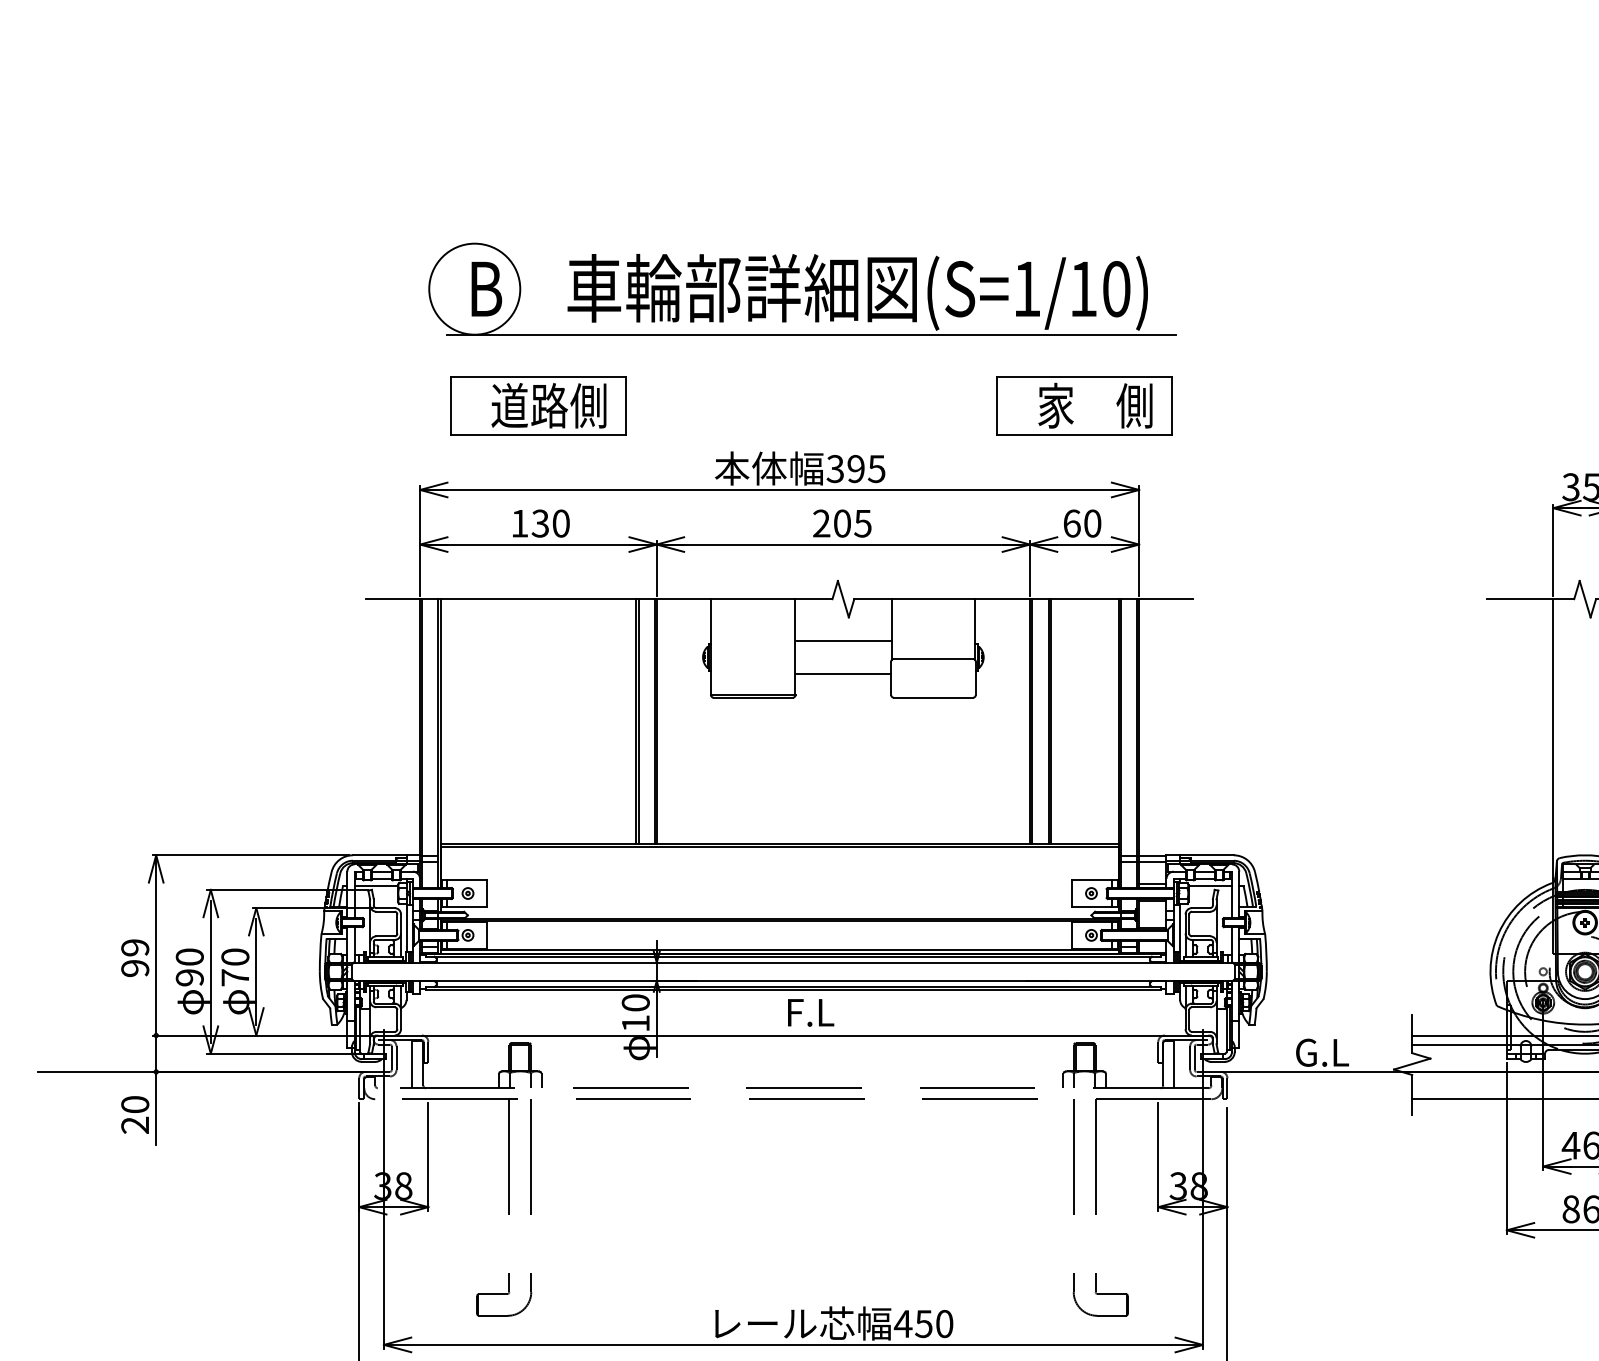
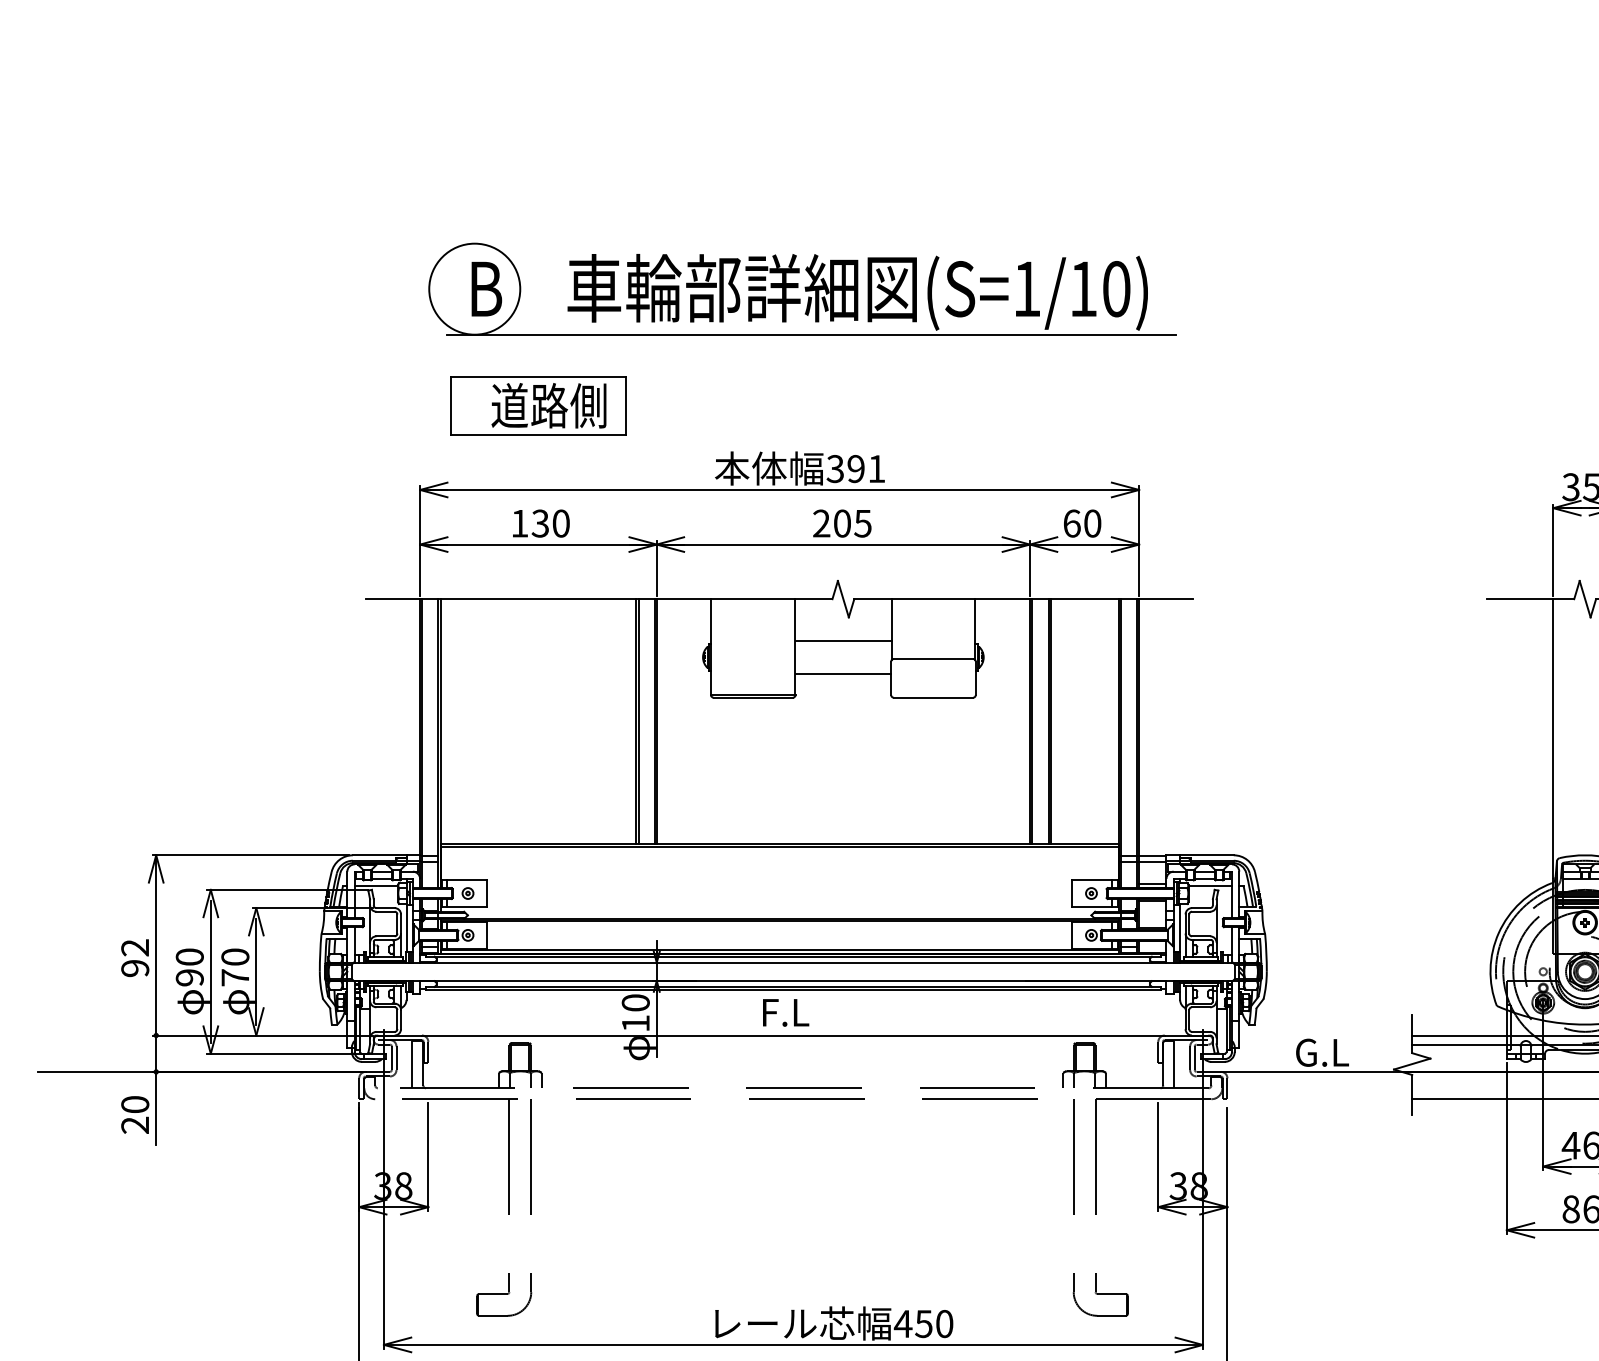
part at (1084, 405): present -> none
text at (876, 469): 395 -> 391
text at (135, 947): 99 -> 92
text at (811, 1012) position: (811, 1012) -> (786, 1012)
